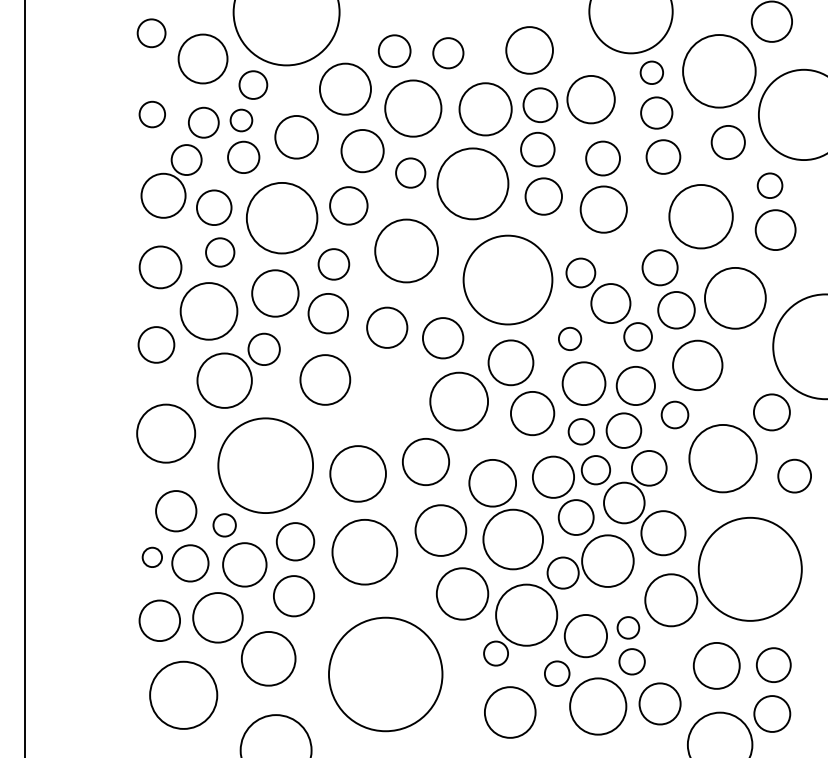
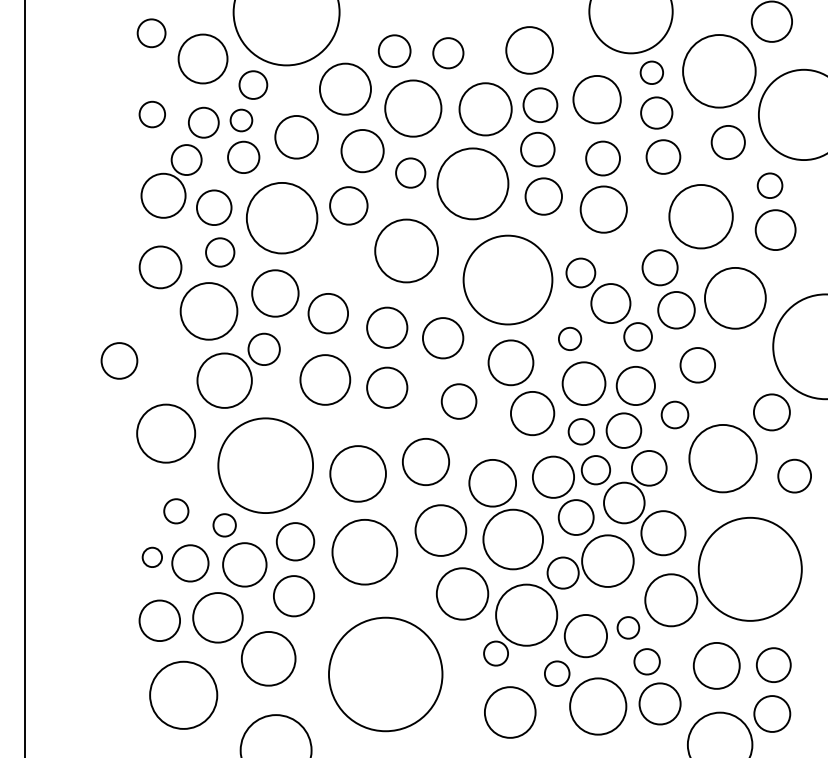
part at (590, 99) position: (590, 99) -> (596, 99)
part at (333, 264): present -> none
part at (156, 344) position: (156, 344) -> (119, 360)
part at (697, 364) size: 52x52 px -> 37x37 px
part at (387, 387): none -> present
part at (458, 401) size: 60x61 px -> 38x37 px
part at (176, 511) size: 43x43 px -> 27x27 px
part at (631, 661) position: (631, 661) -> (646, 661)
